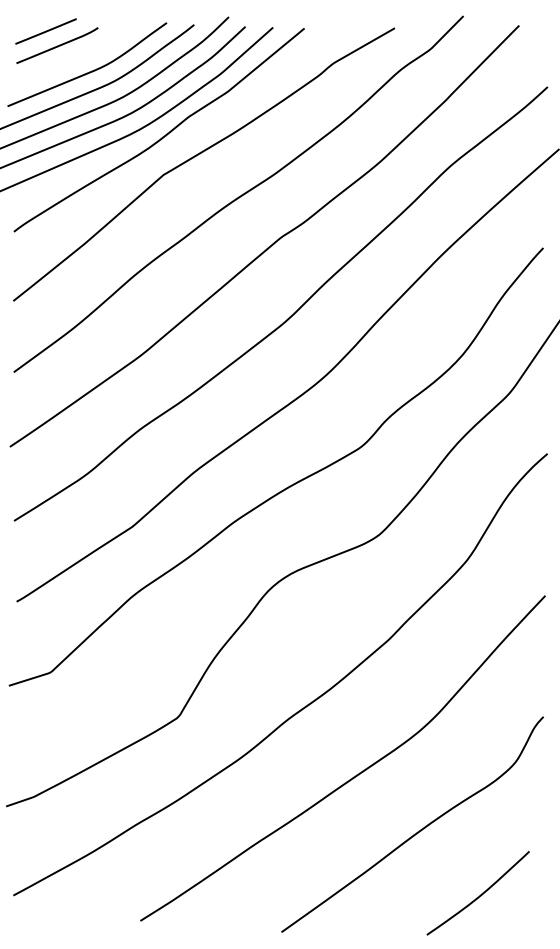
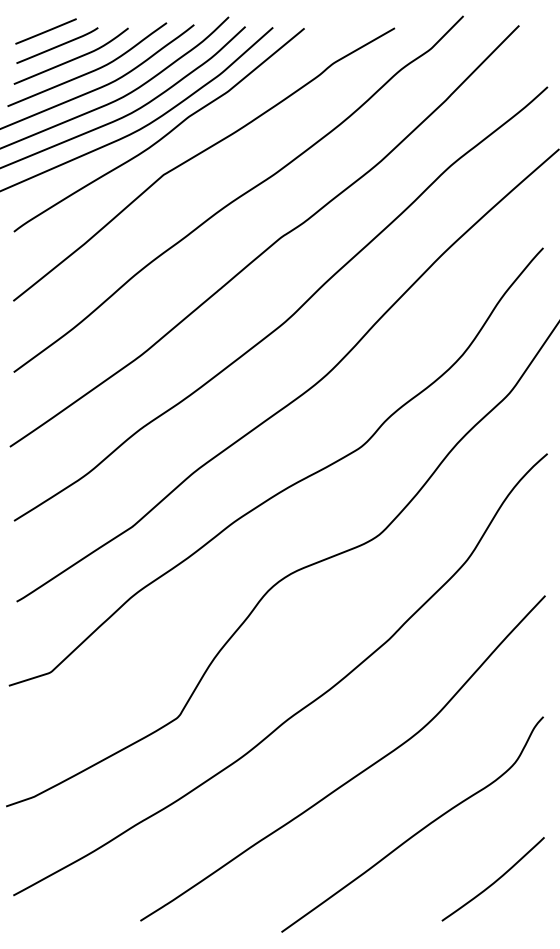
curve at (70, 59): none -> present
curve at (479, 895) position: (479, 895) -> (494, 881)
